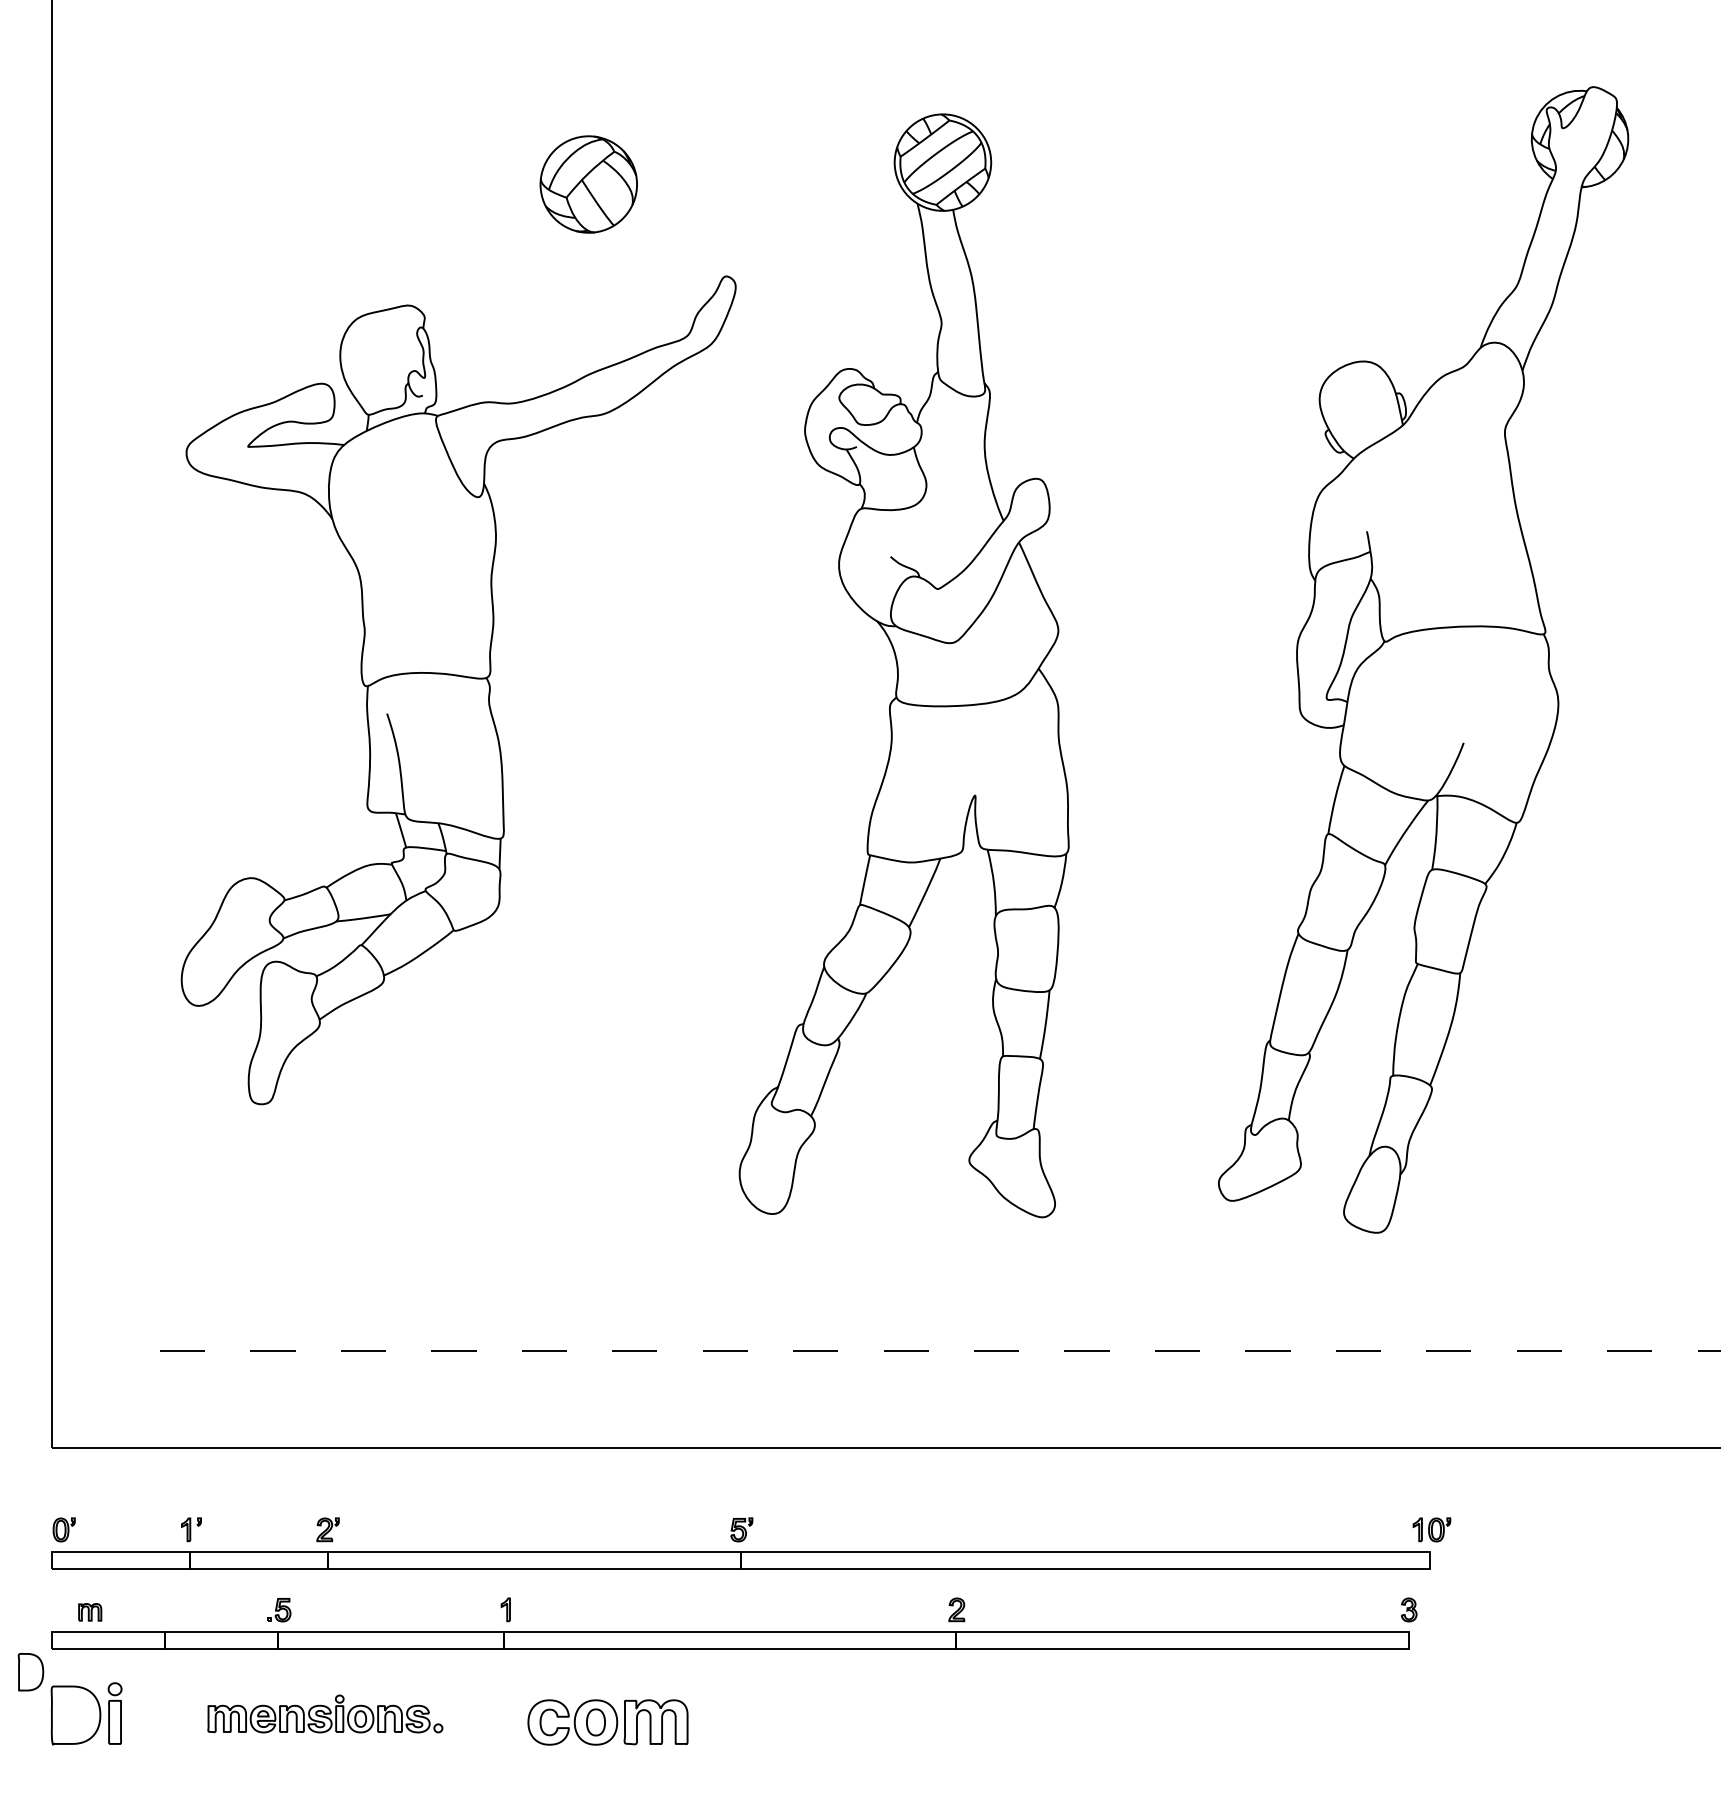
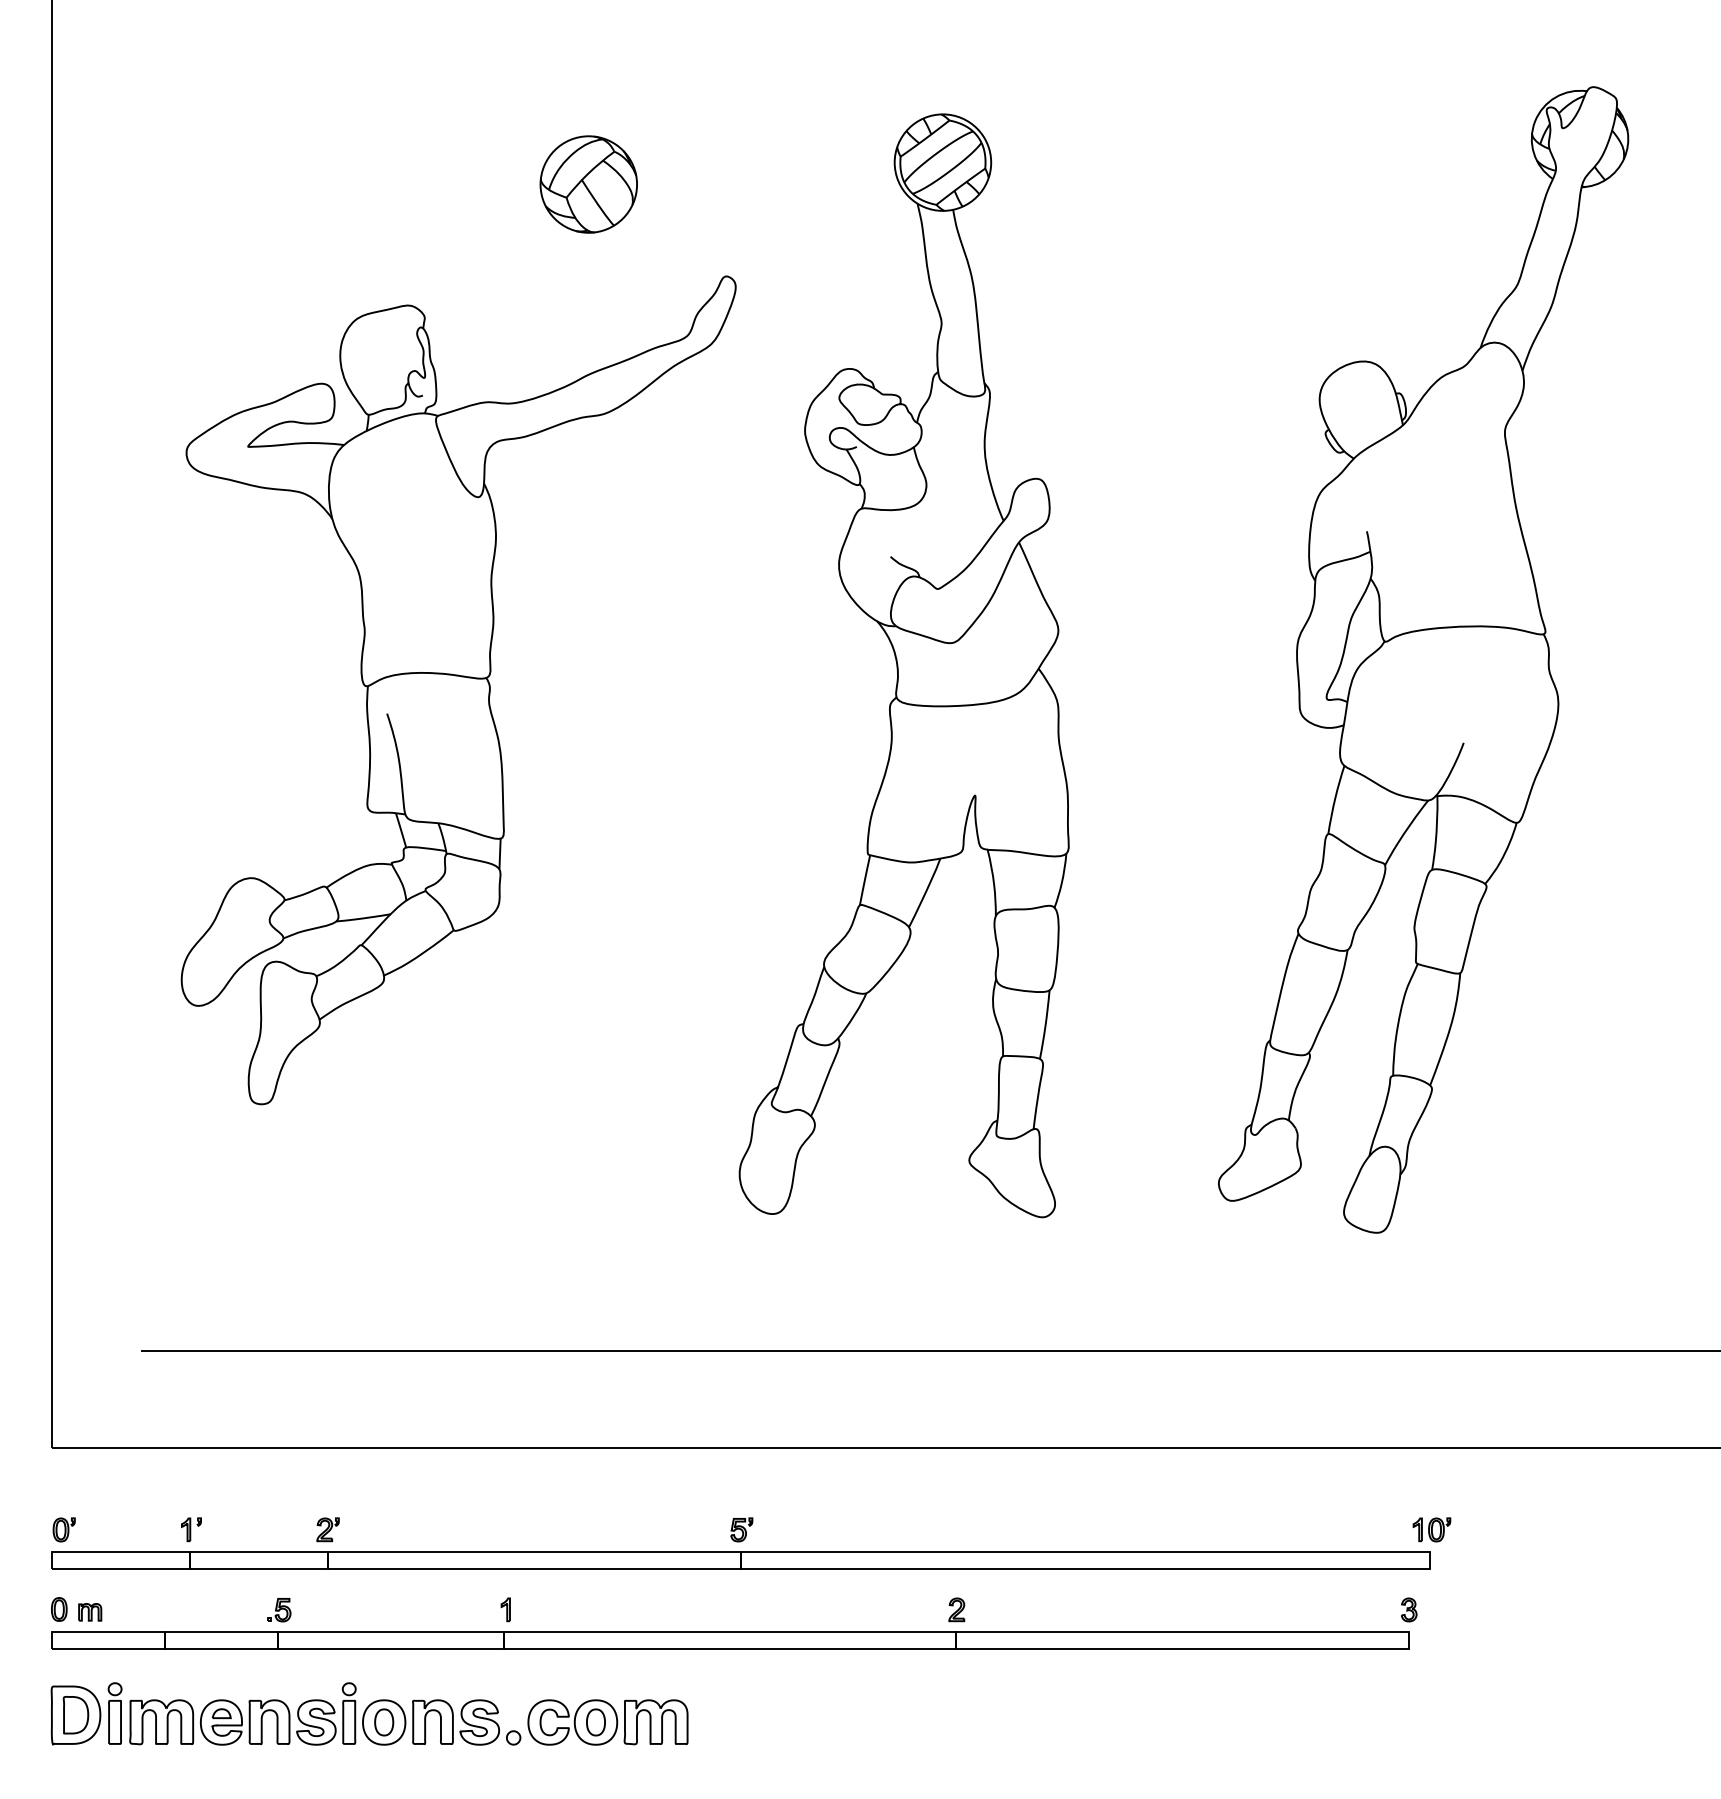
line at (930, 1351): dashed -> solid
part at (59, 1609): none -> present
part at (30, 1672) position: (30, 1672) -> (75, 1715)
part at (325, 1713) size: 237x40 px -> 393x64 px
